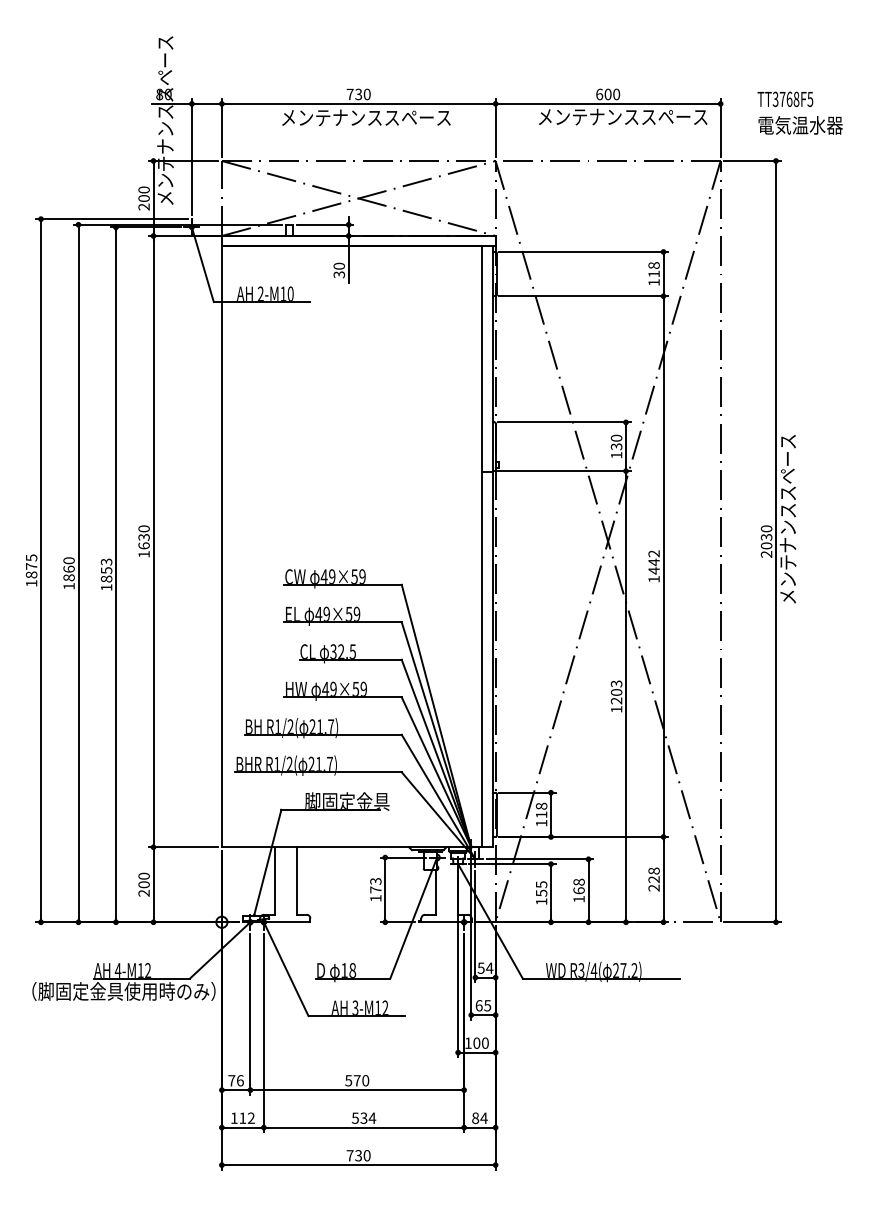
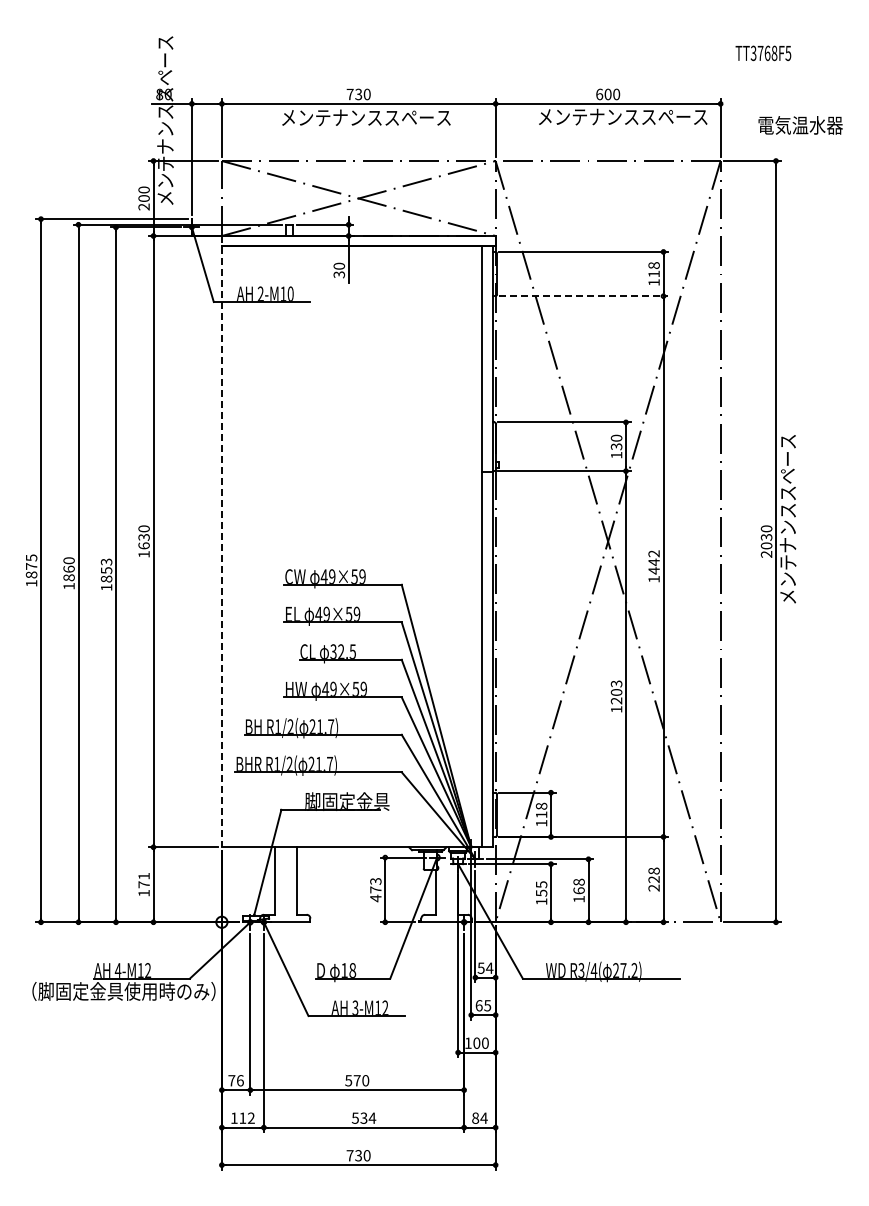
text at (785, 99) position: (785, 99) -> (763, 53)
line at (583, 296): solid -> dashed
line at (221, 541): solid -> dashed
text at (143, 884): 200 -> 171
text at (375, 898): 173 -> 473
